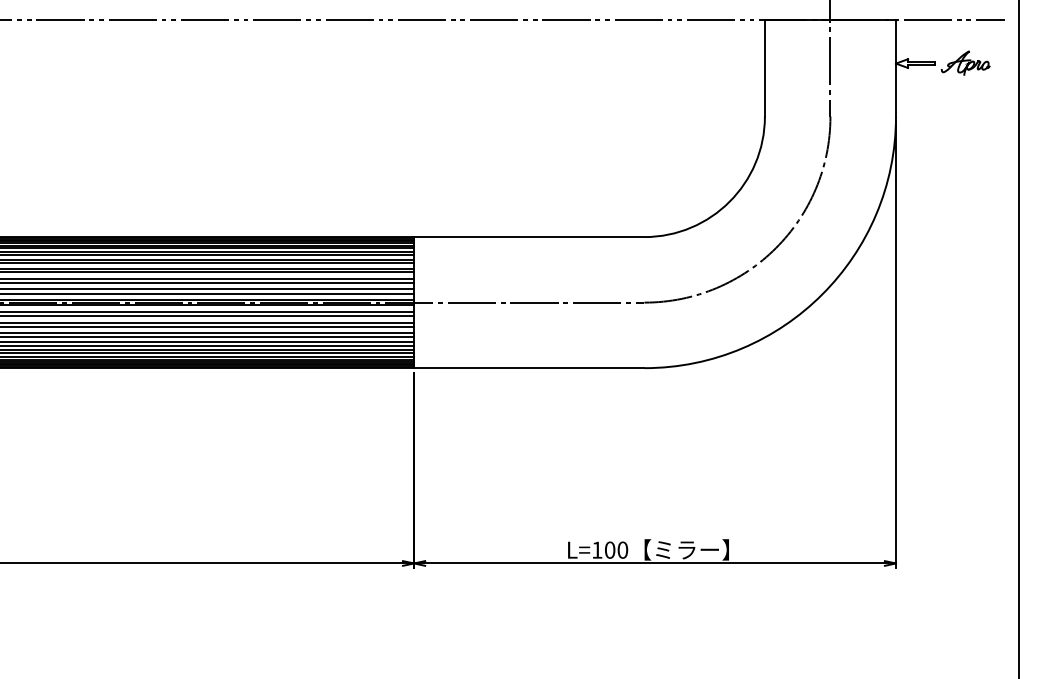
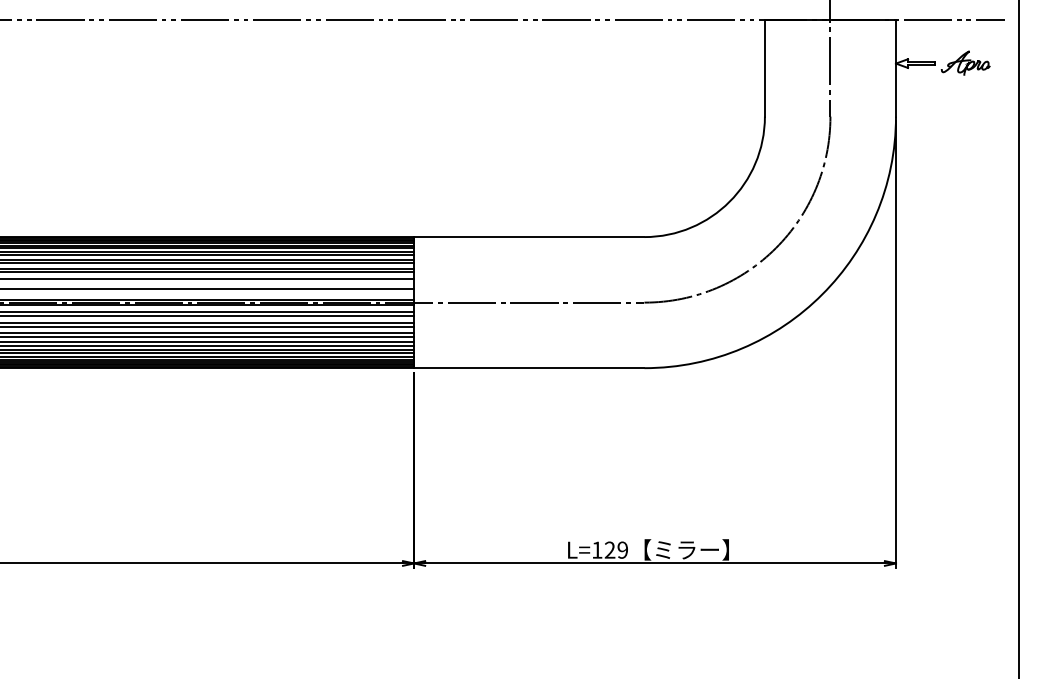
line at (208, 282): present -> none
line at (208, 293): present -> none
text at (616, 549): L=100 -> L=129
